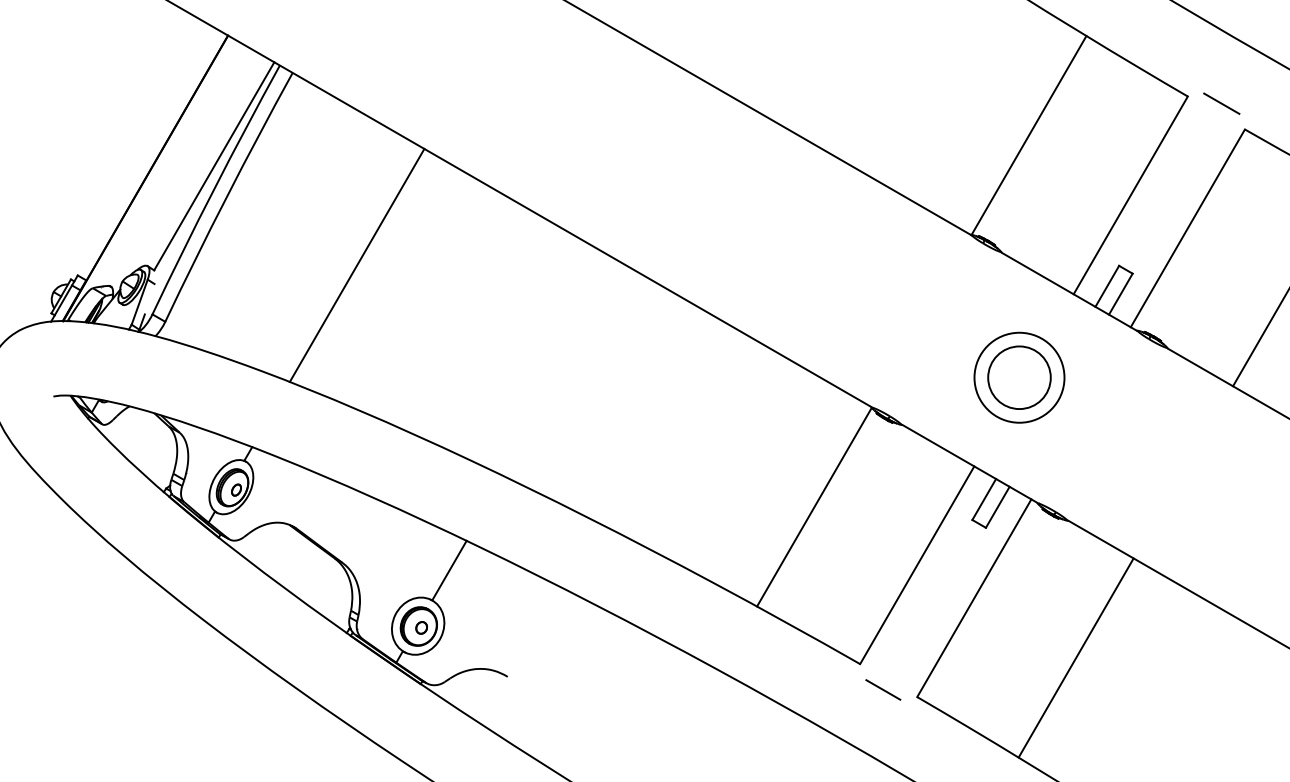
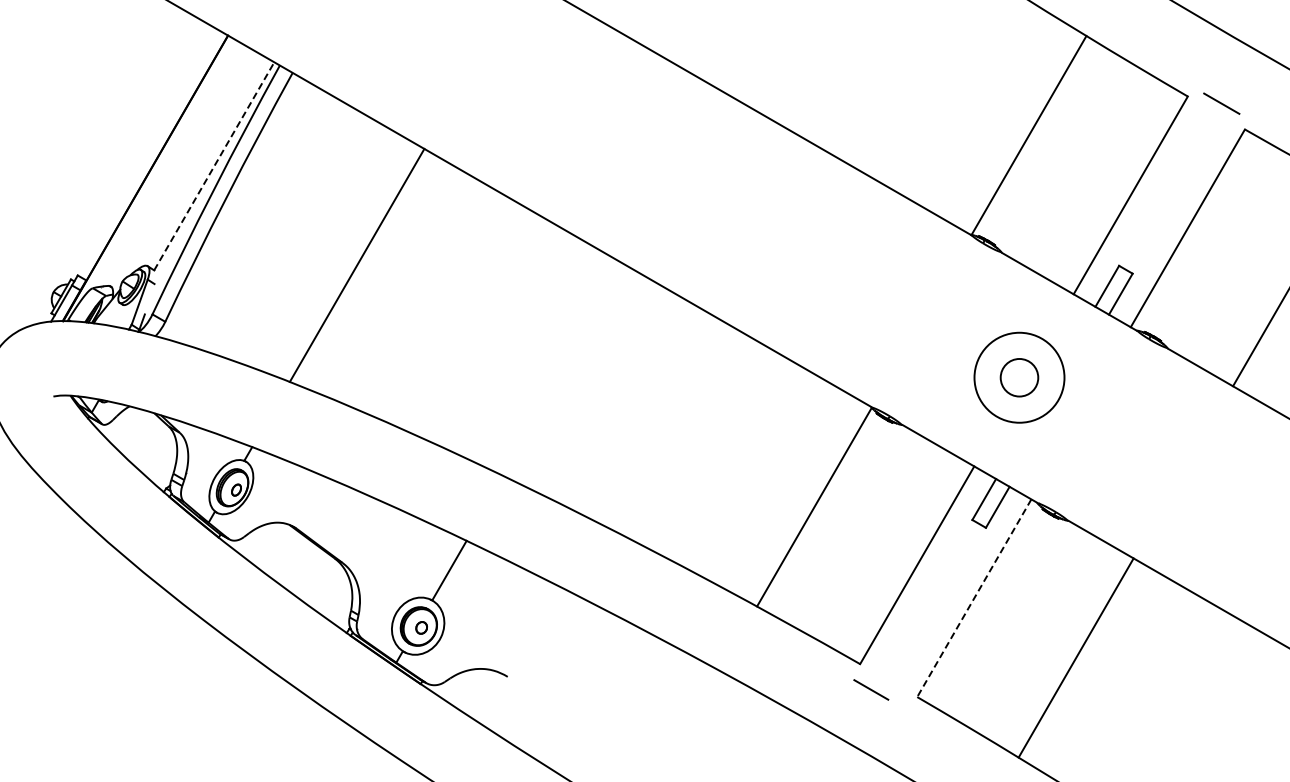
line at (214, 165): solid -> dashed
circle at (1019, 377) diameter: 63 px -> 38 px
line at (974, 598): solid -> dashed
line at (883, 689) position: (883, 689) -> (871, 689)
